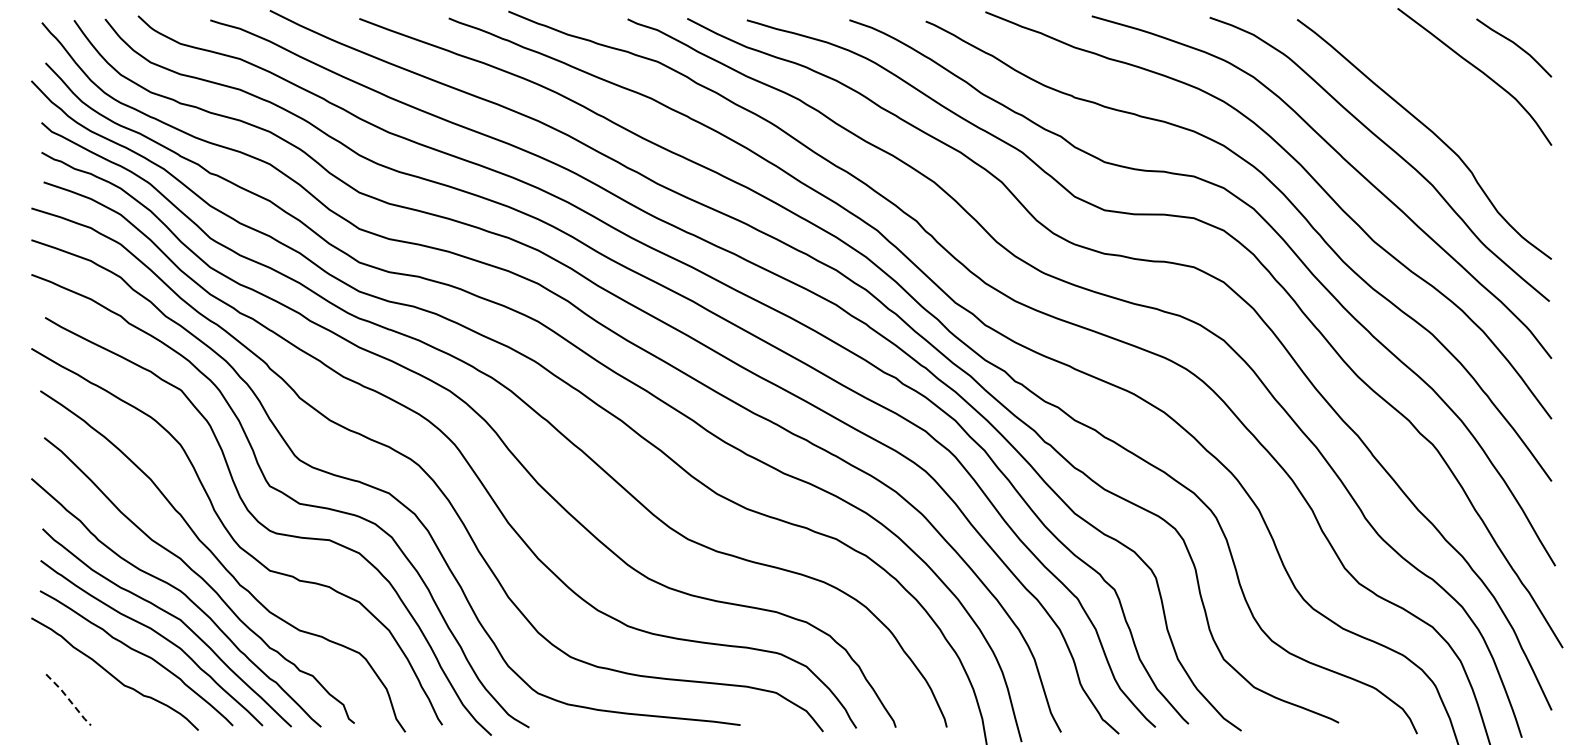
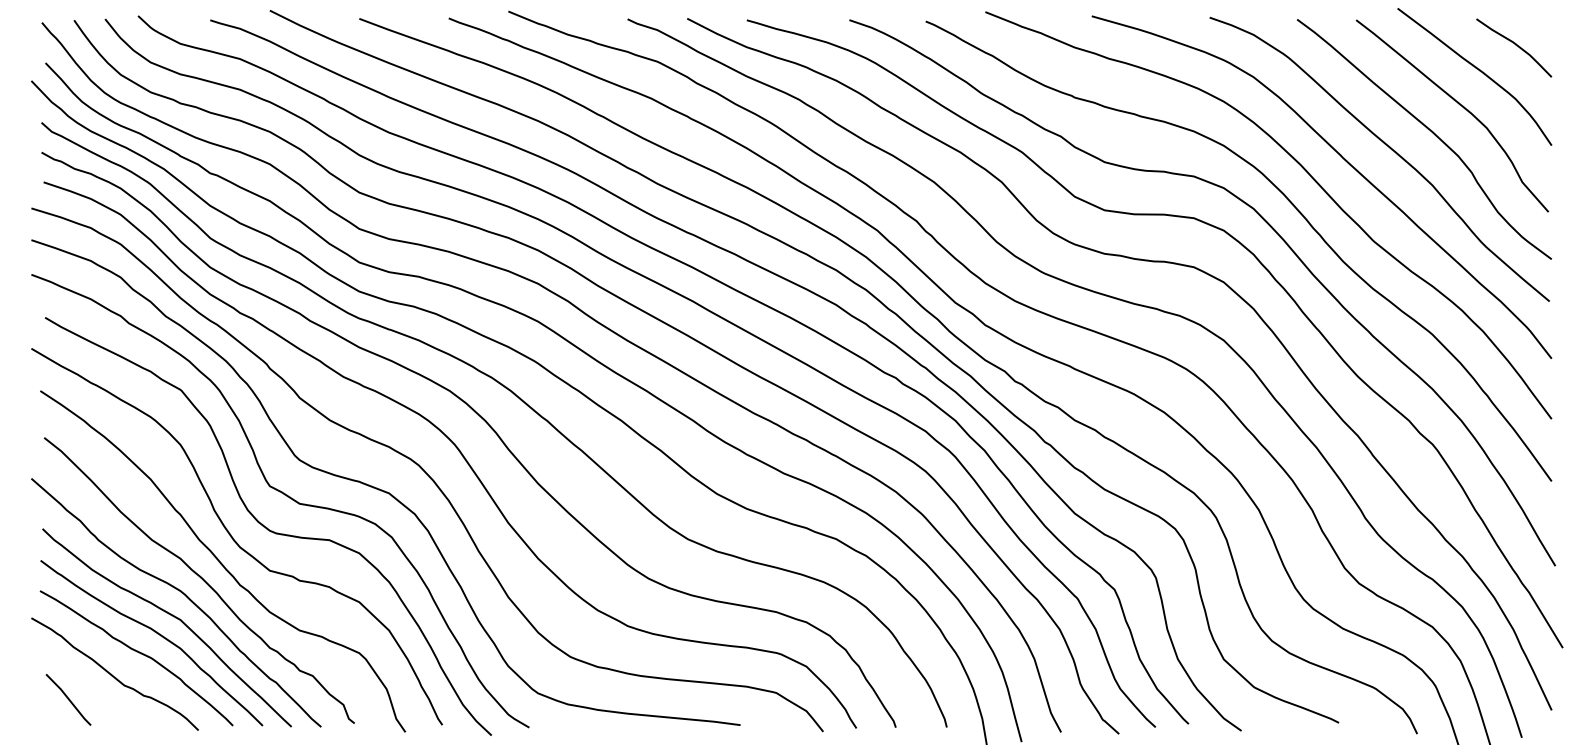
curve at (1459, 105): none -> present
line at (69, 699): dashed -> solid
